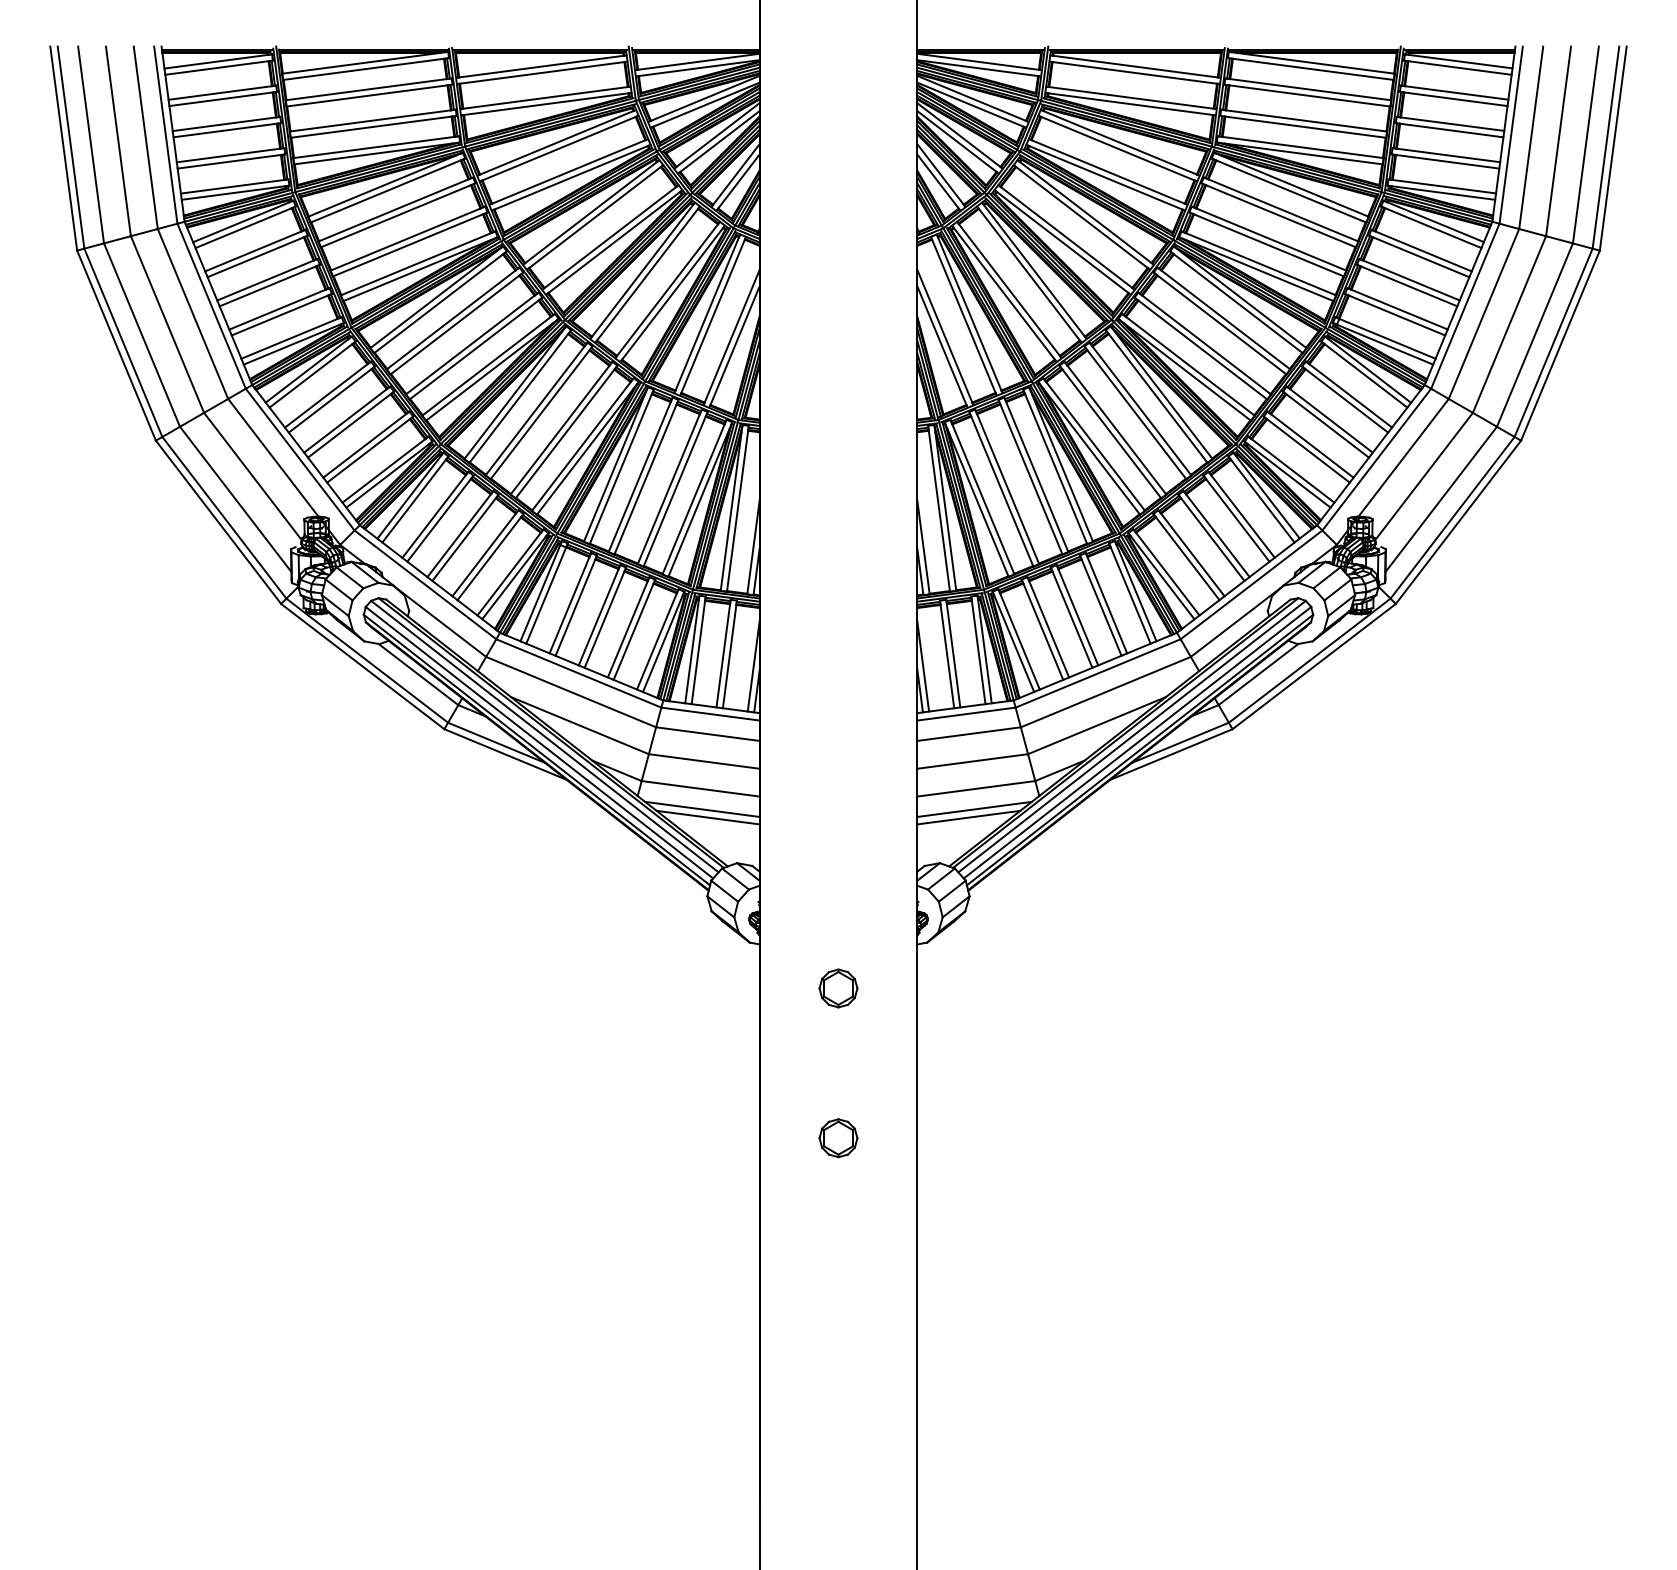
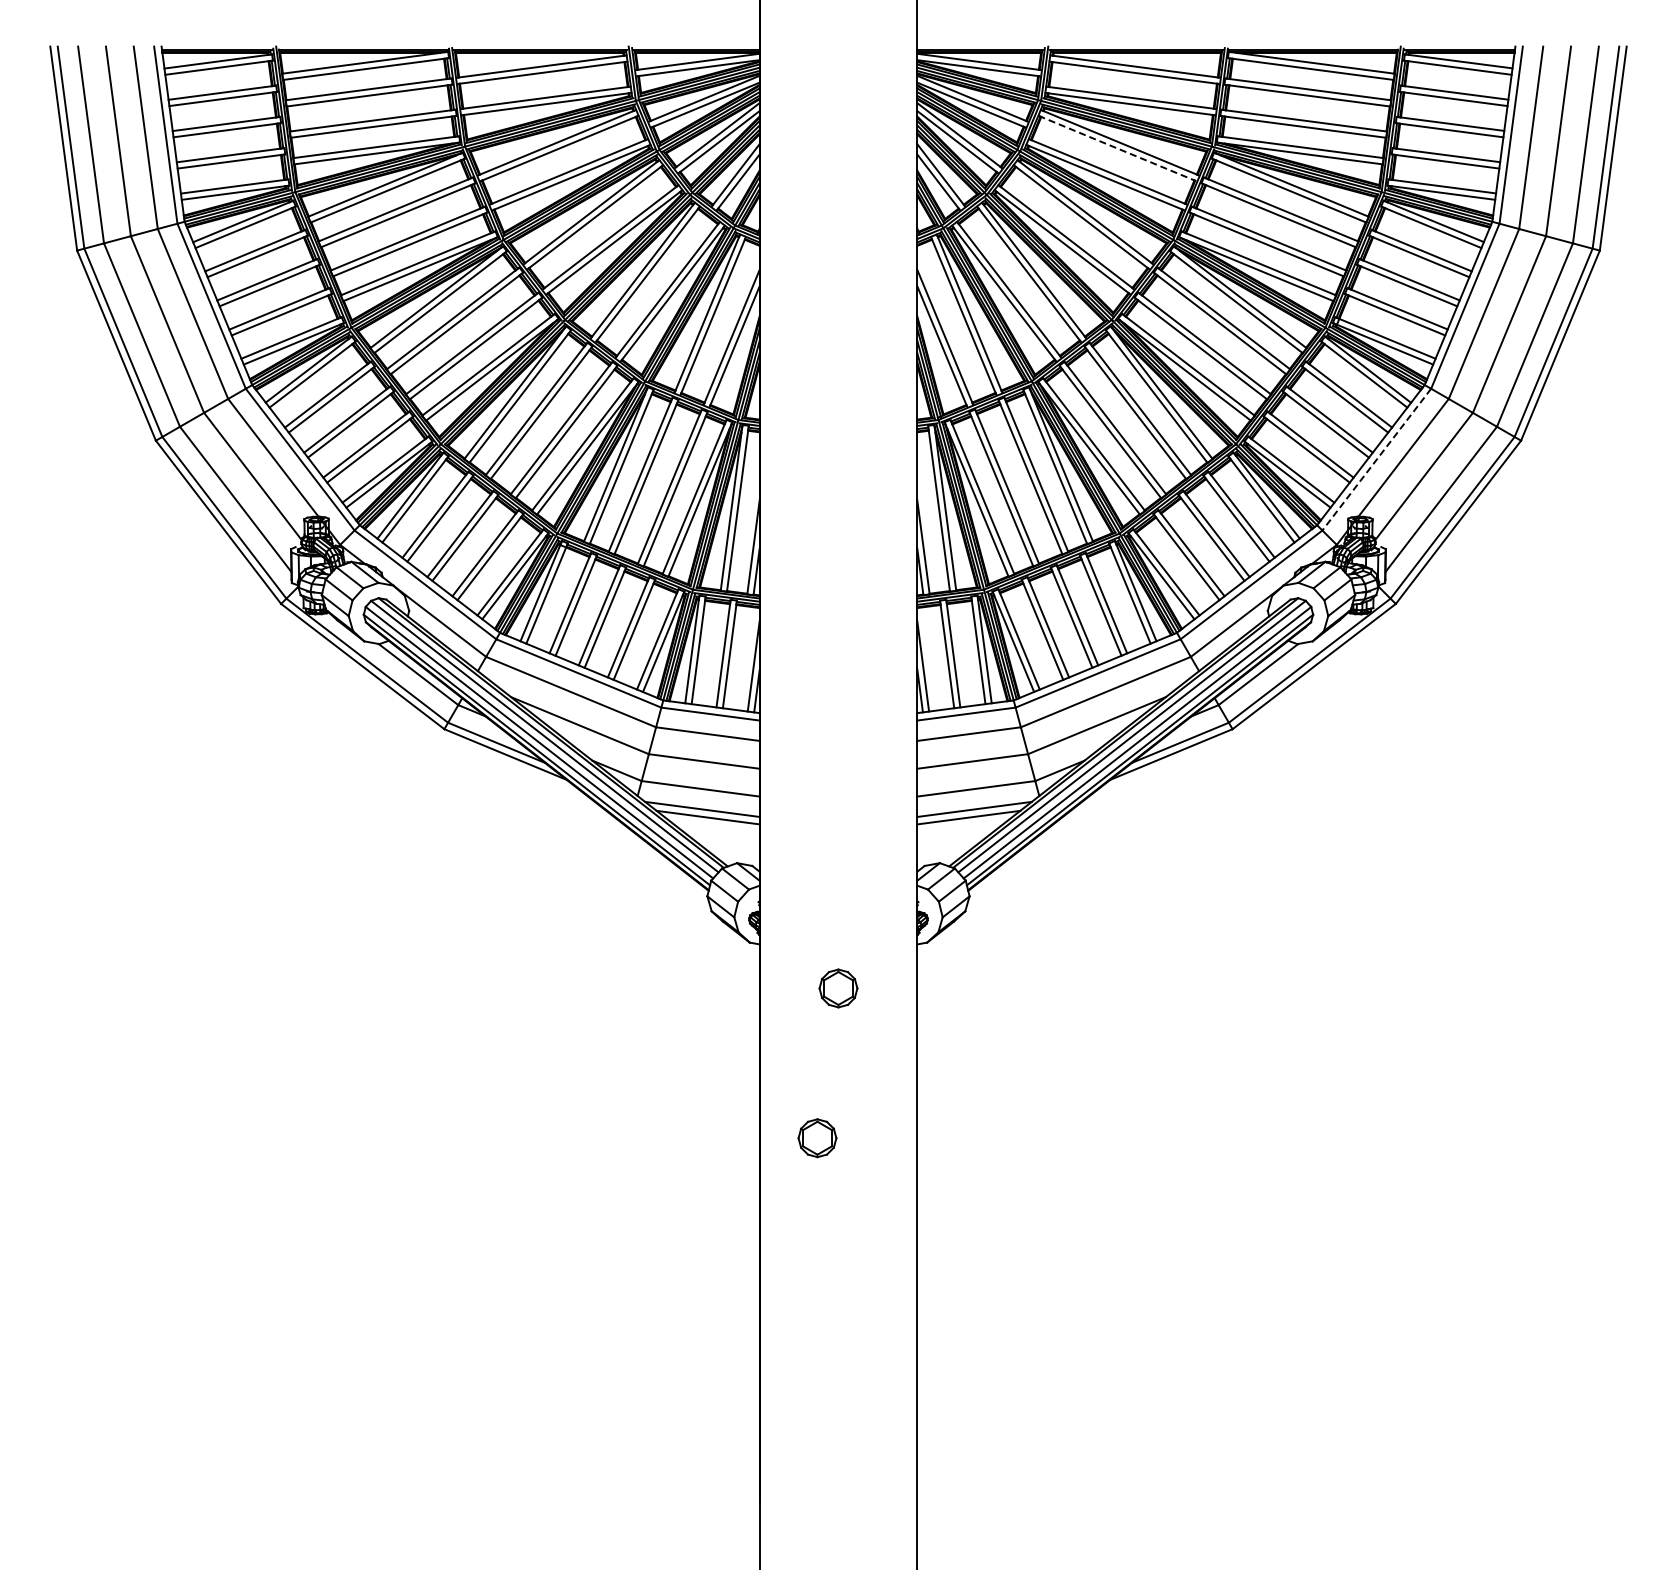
line at (1117, 148): solid -> dashed
line at (1376, 460): solid -> dashed
part at (838, 1138) position: (838, 1138) -> (817, 1138)
